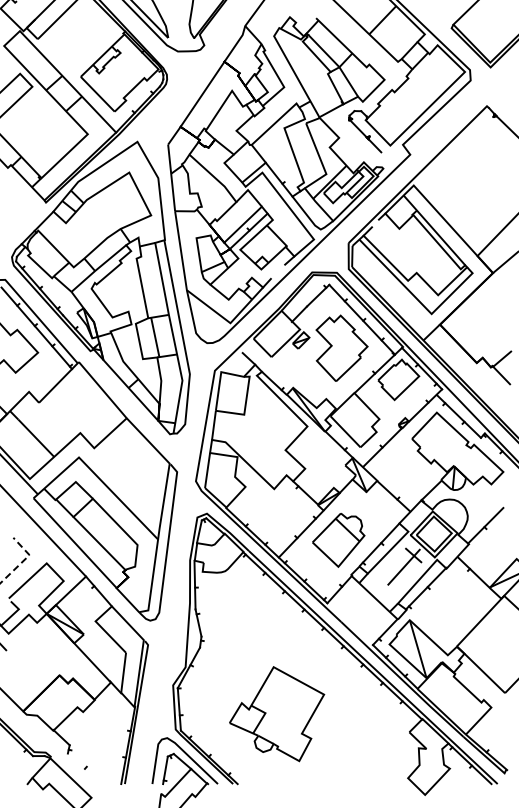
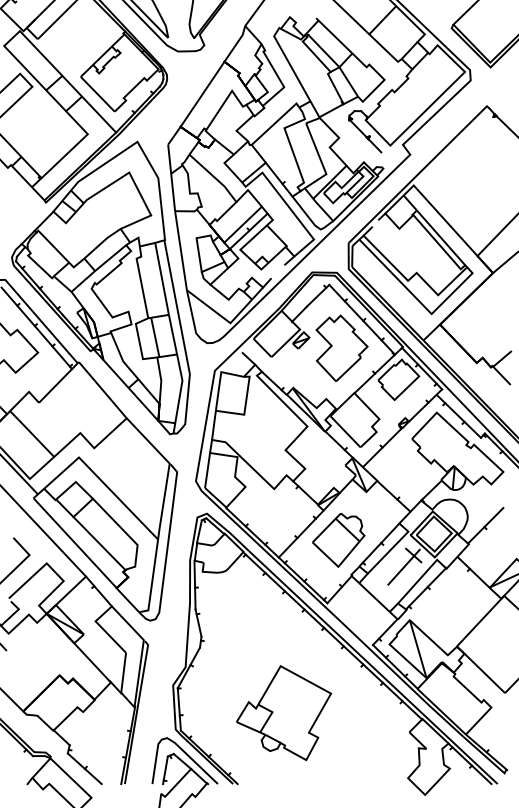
line at (23, 560): dashed -> solid
part at (277, 714) position: (277, 714) -> (284, 713)
line at (84, 768): none -> present
